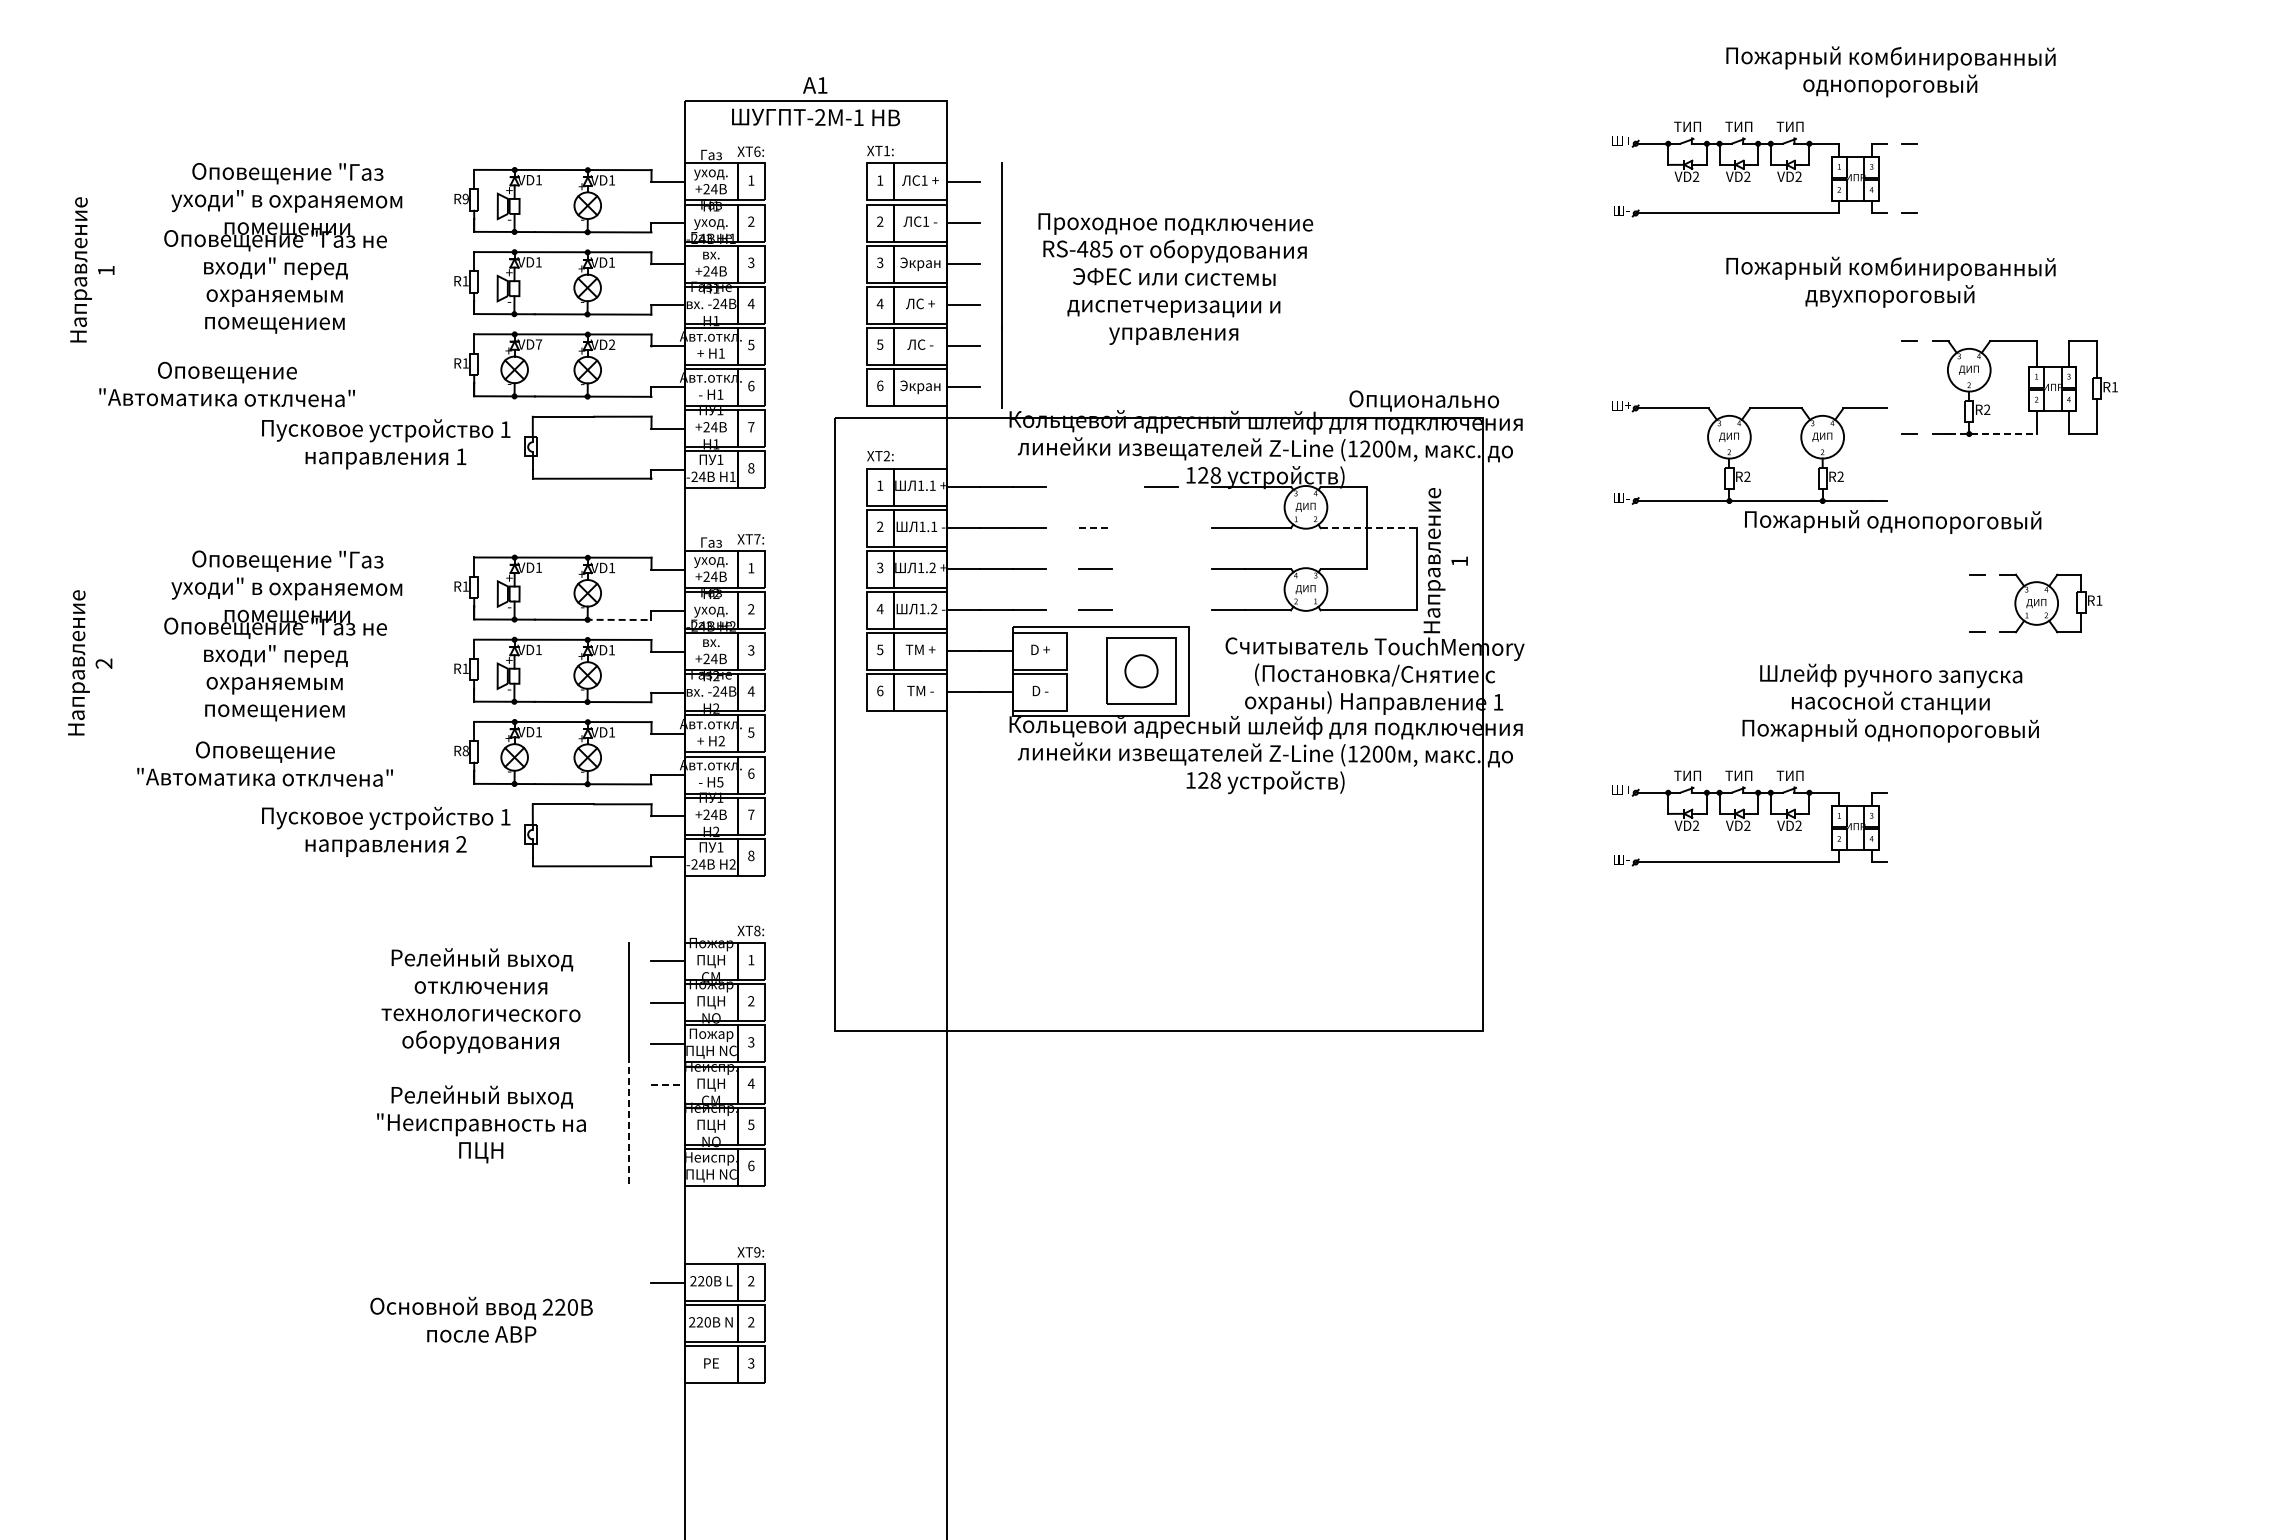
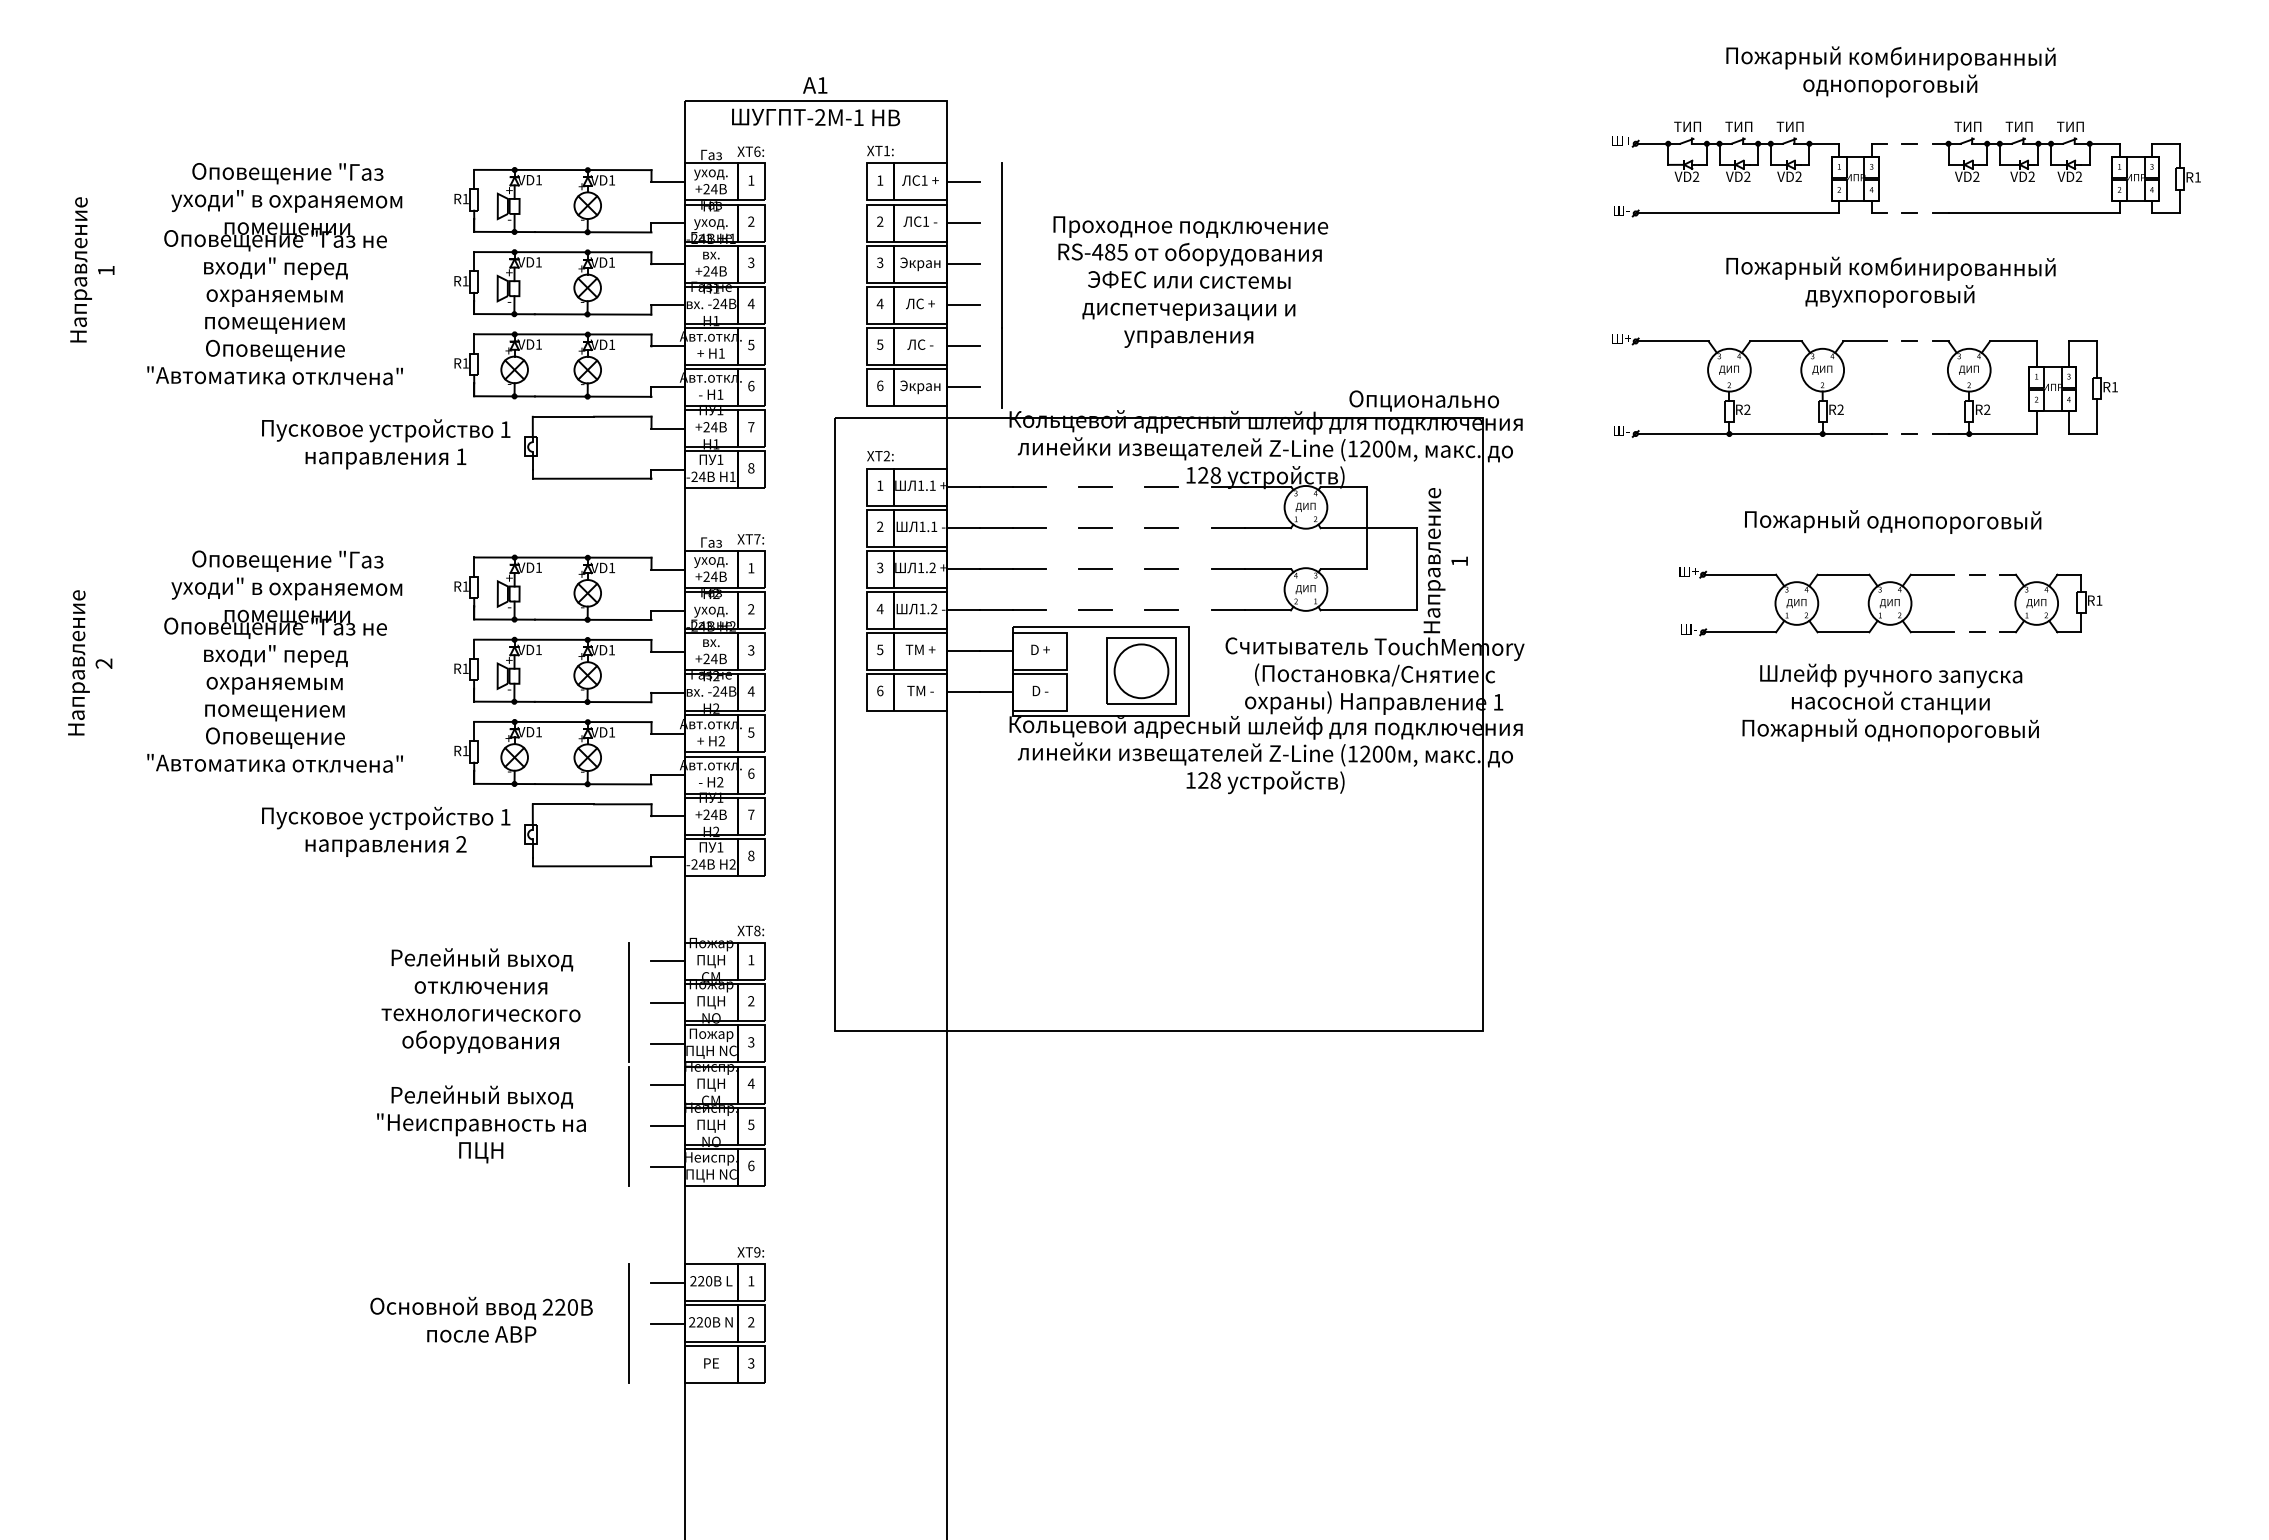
part at (2066, 167): none -> present
text at (465, 198): R9 -> R1
text at (1175, 278) position: (1175, 278) -> (1190, 281)
text at (539, 344): VD7 -> VD1
text at (611, 344): VD2 -> VD1
text at (226, 384) position: (226, 384) -> (274, 362)
line at (1993, 434): dashed -> solid
part at (1749, 452) position: (1749, 452) -> (1749, 385)
line at (1095, 487): none -> present
line at (1095, 528): dashed -> solid
line at (1161, 528): none -> present
line at (1369, 528): dashed -> solid
line at (1161, 569): none -> present
part at (1816, 601): none -> present
line at (1161, 610): none -> present
line at (618, 619): dashed -> solid
circle at (1141, 671) diameter: 32 px -> 54 px
text at (465, 750): R8 -> R1
text at (264, 763) position: (264, 763) -> (274, 749)
text at (720, 782): 5 -> 2
part at (1749, 818): present -> none
line at (668, 1085): dashed -> solid
line at (628, 1126): dashed -> solid
line at (667, 1126): none -> present
line at (667, 1167): none -> present
text at (751, 1281): 2 -> 1
line at (628, 1323): none -> present
line at (667, 1323): none -> present
